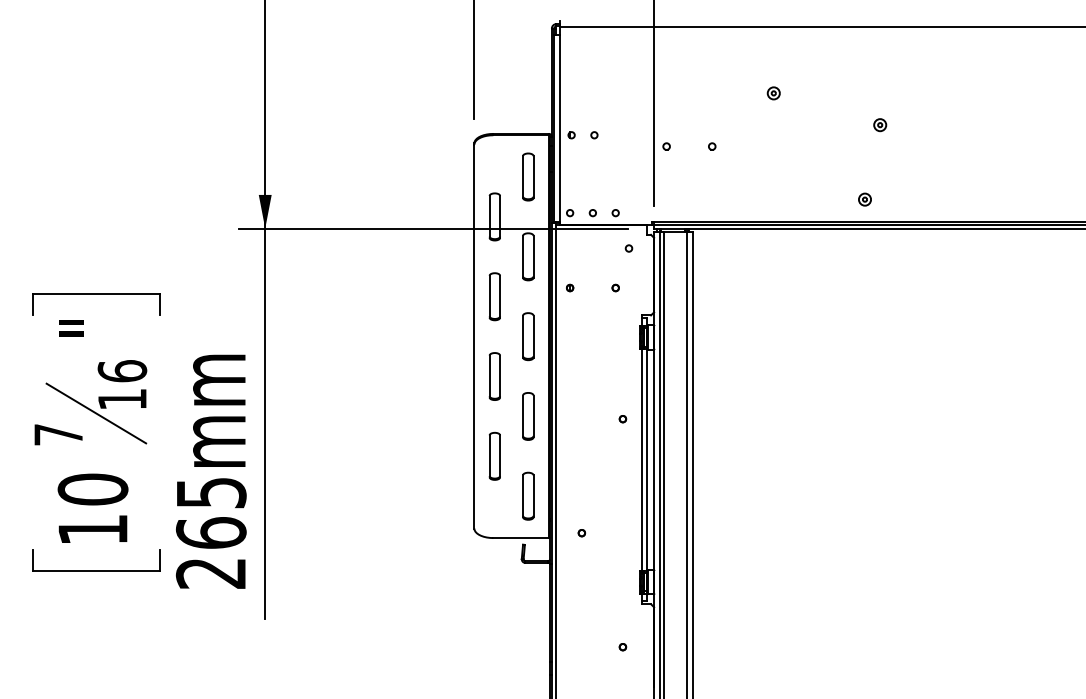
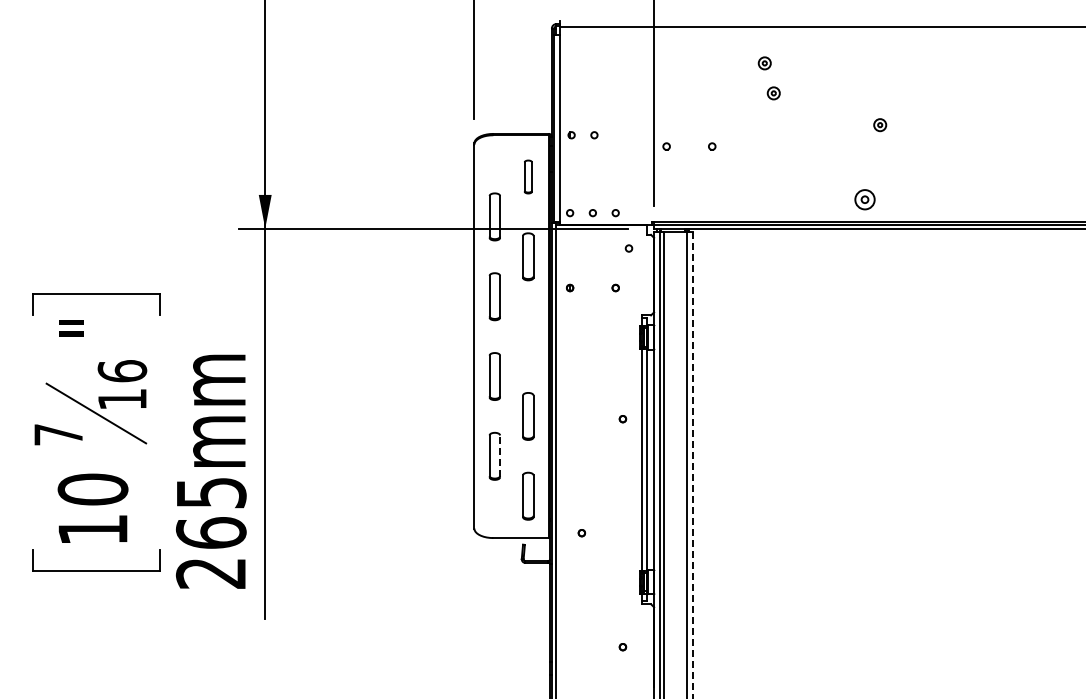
part at (764, 63): none -> present
part at (528, 176) size: 13x50 px -> 9x36 px
part at (864, 199) size: 14x15 px -> 22x22 px
part at (528, 336): present -> none
line at (500, 456): solid -> dashed
line at (693, 465): solid -> dashed
